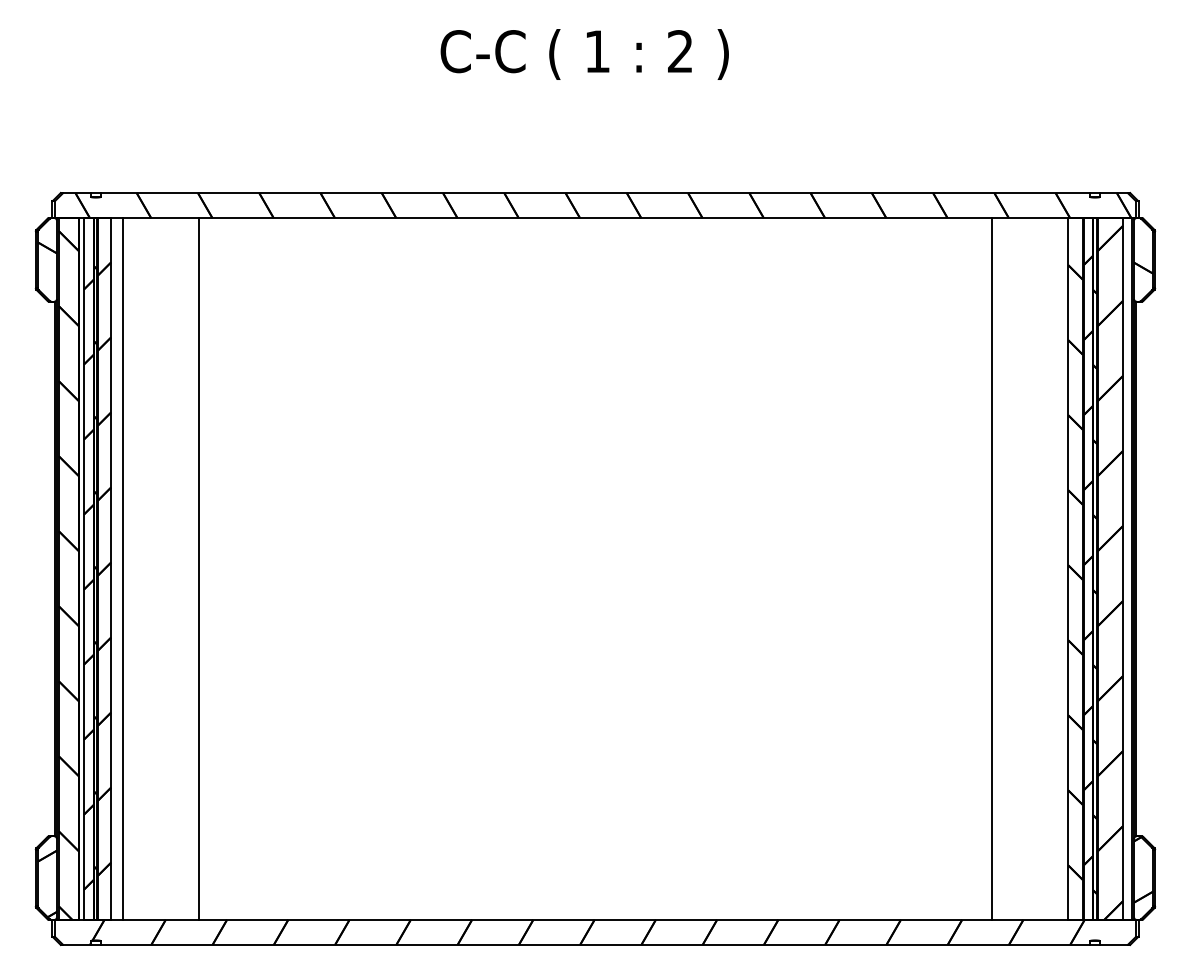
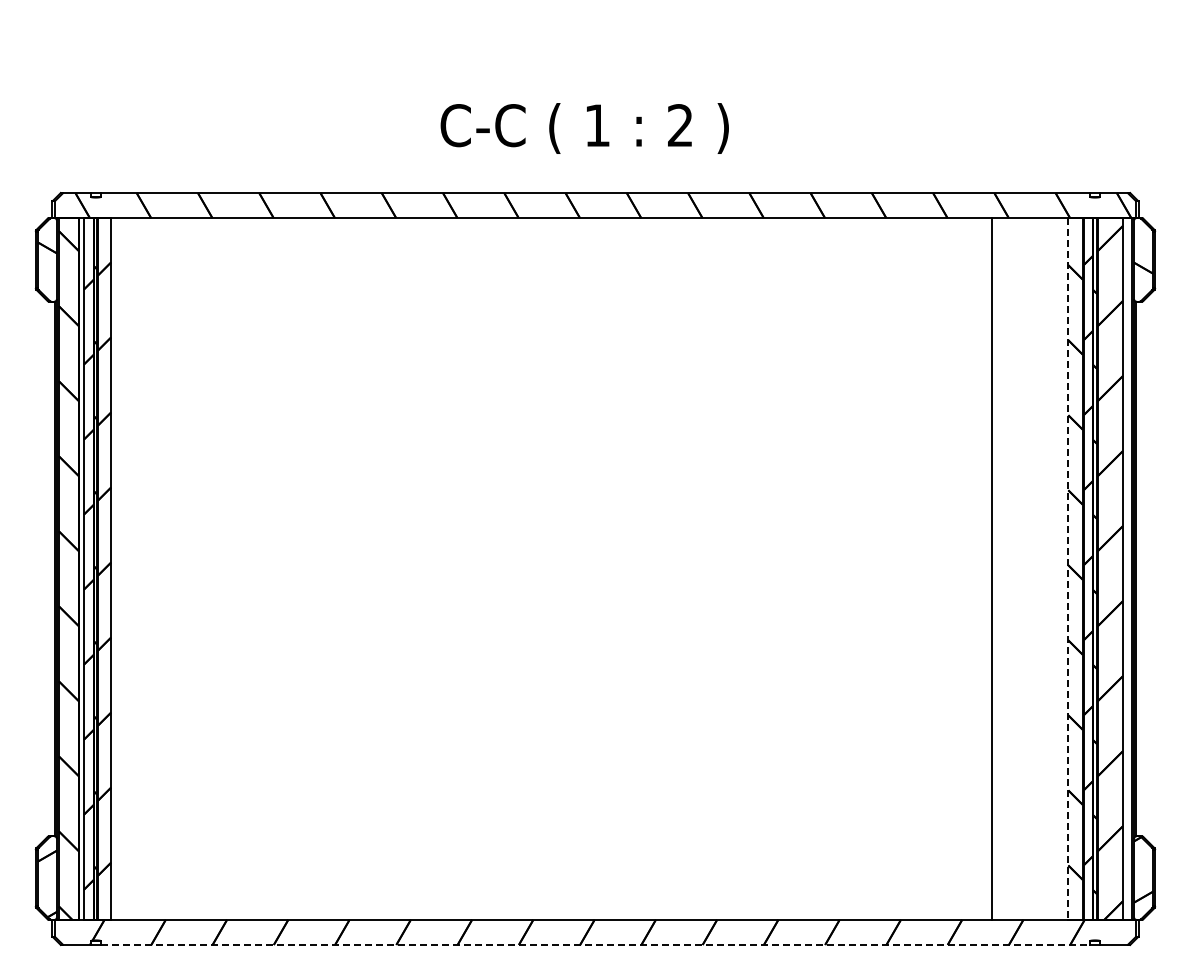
text at (584, 54) position: (584, 54) -> (584, 128)
line at (122, 568): present -> none
line at (198, 568): present -> none
line at (1068, 569): solid -> dashed
line at (595, 944): solid -> dashed
